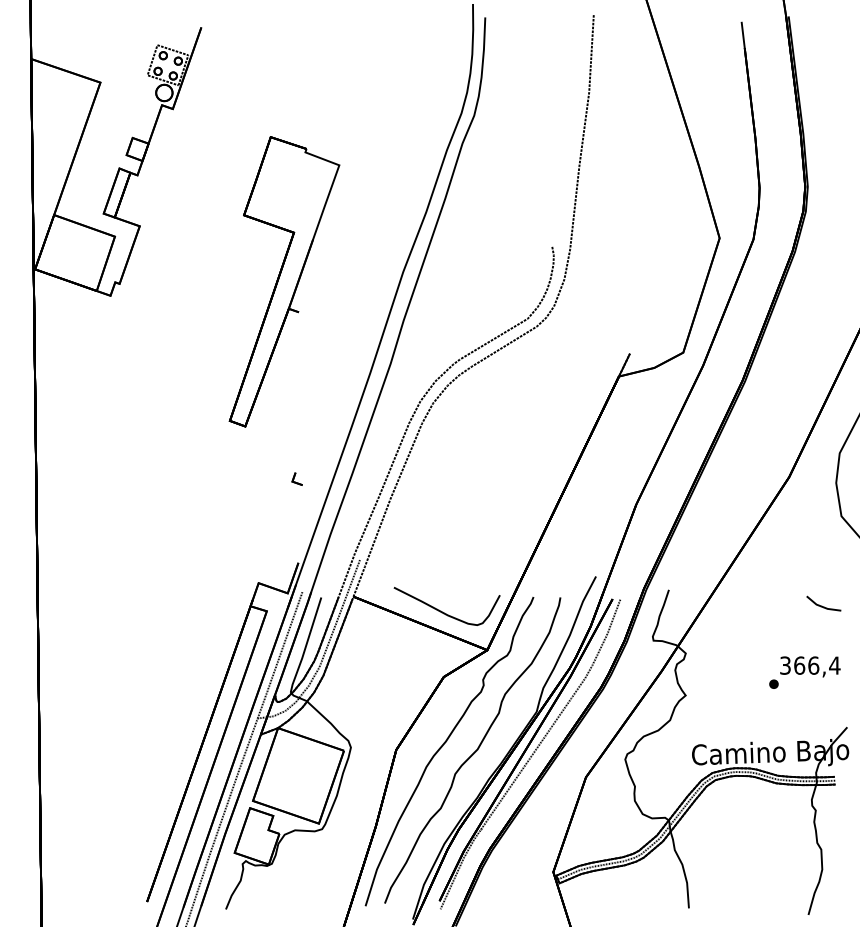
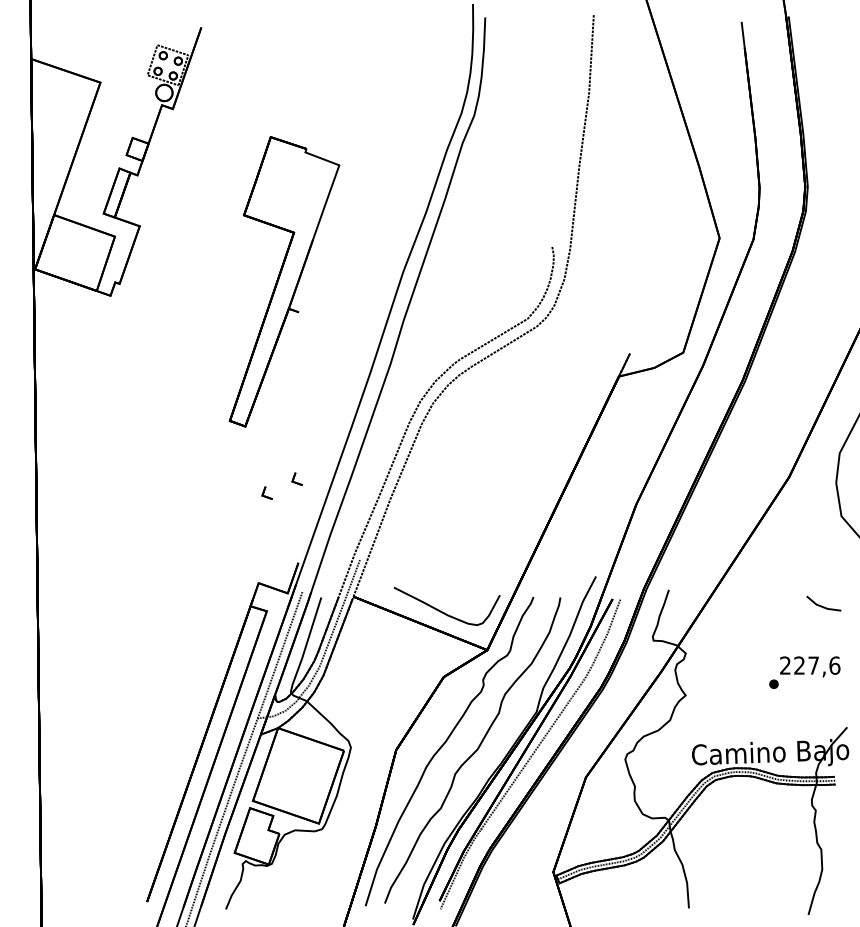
part at (266, 492): none -> present
text at (810, 665): 366,4 -> 227,6
